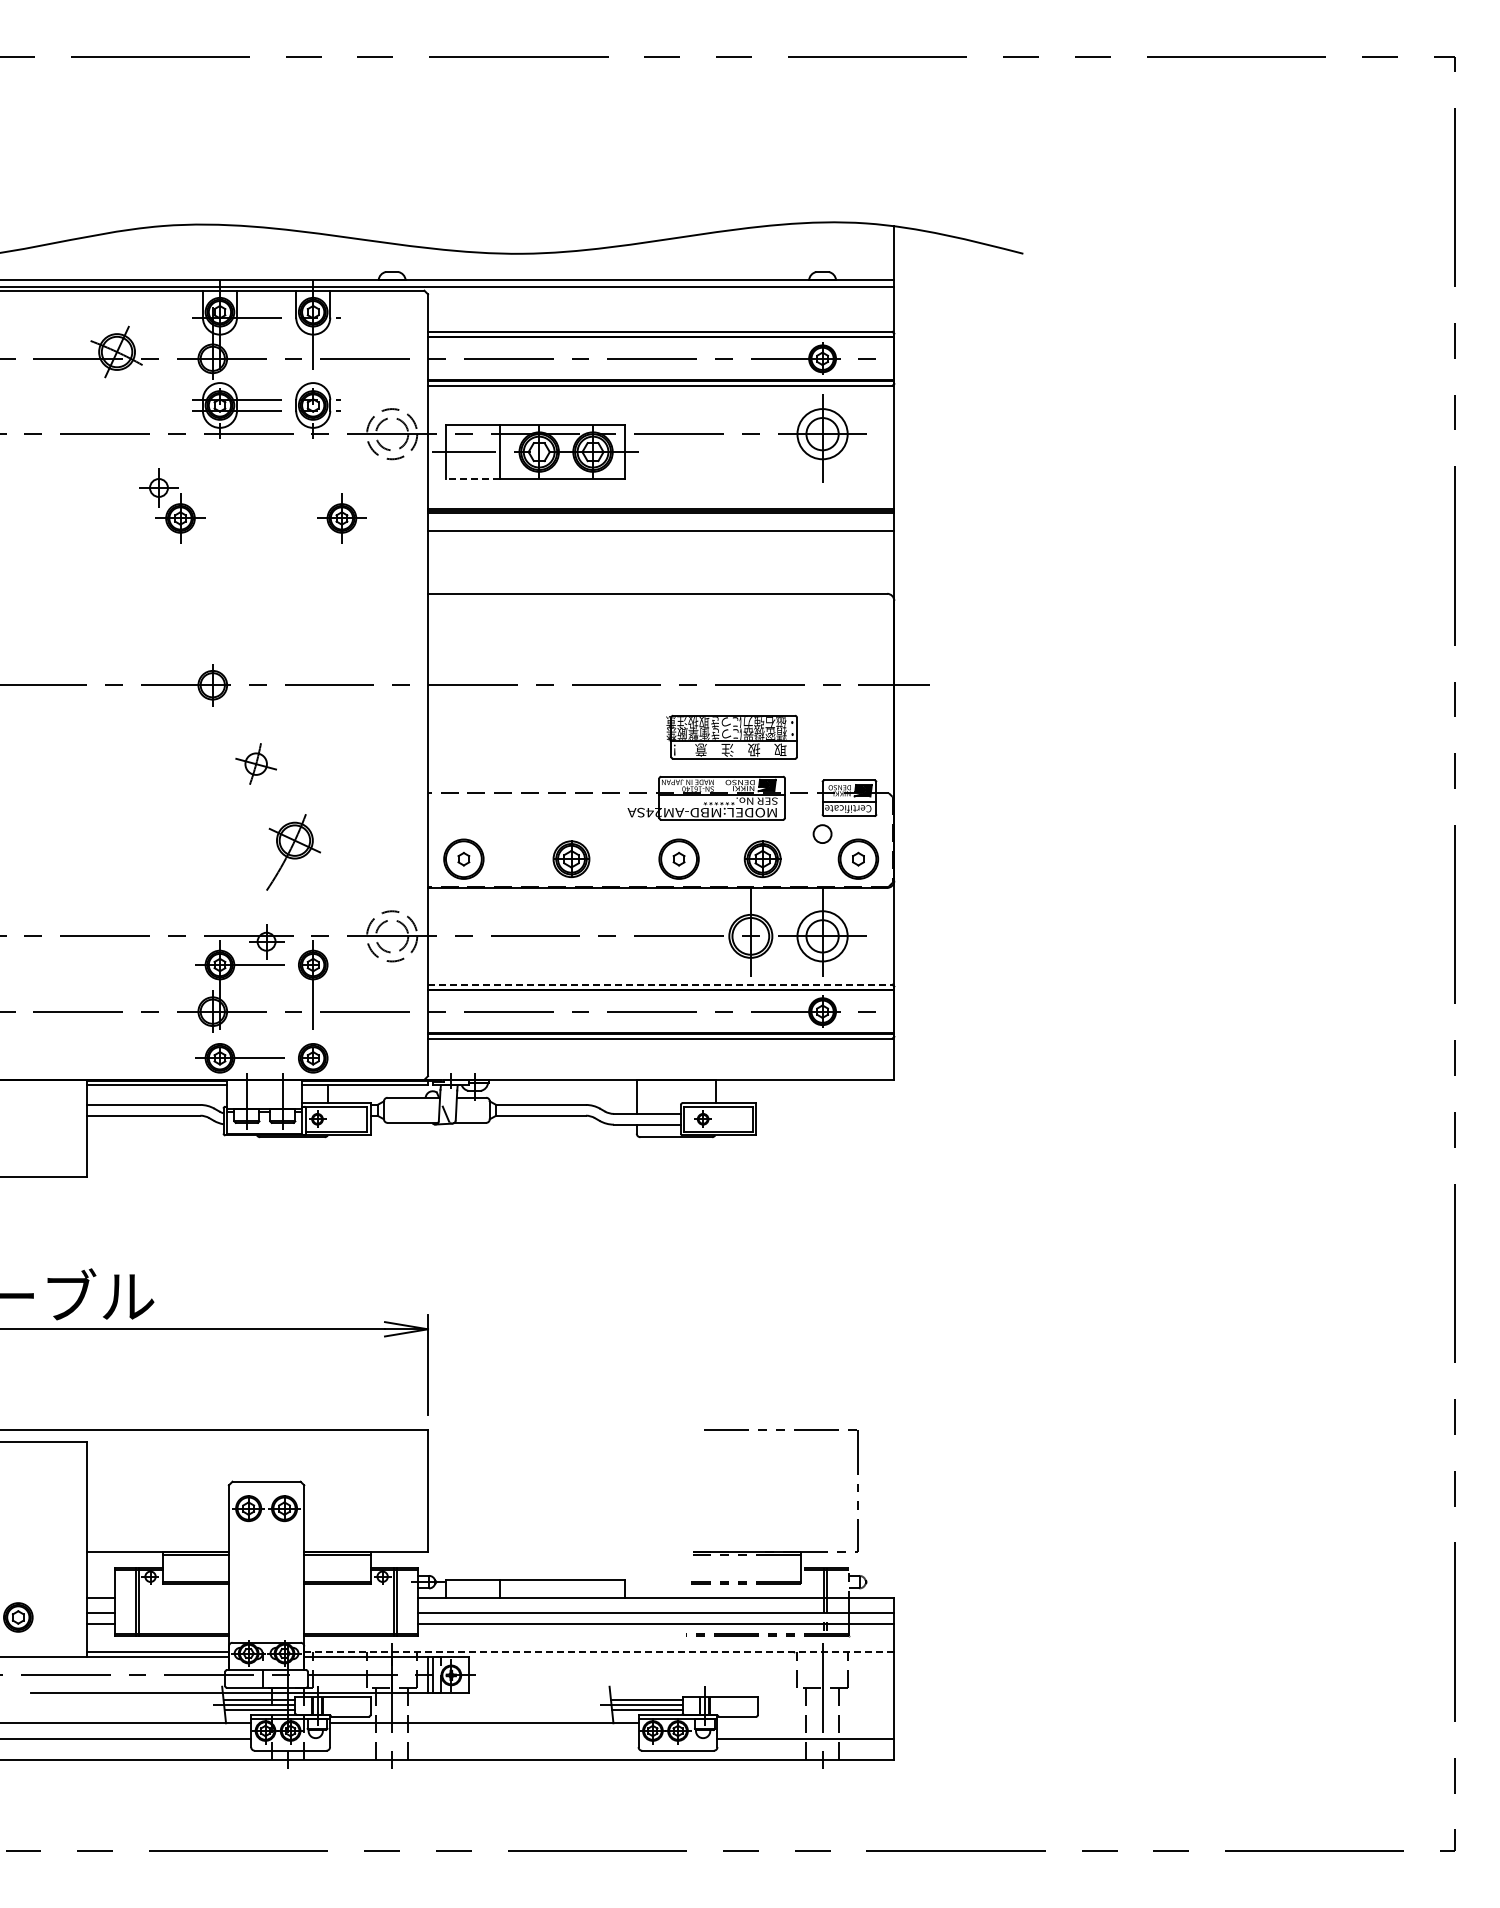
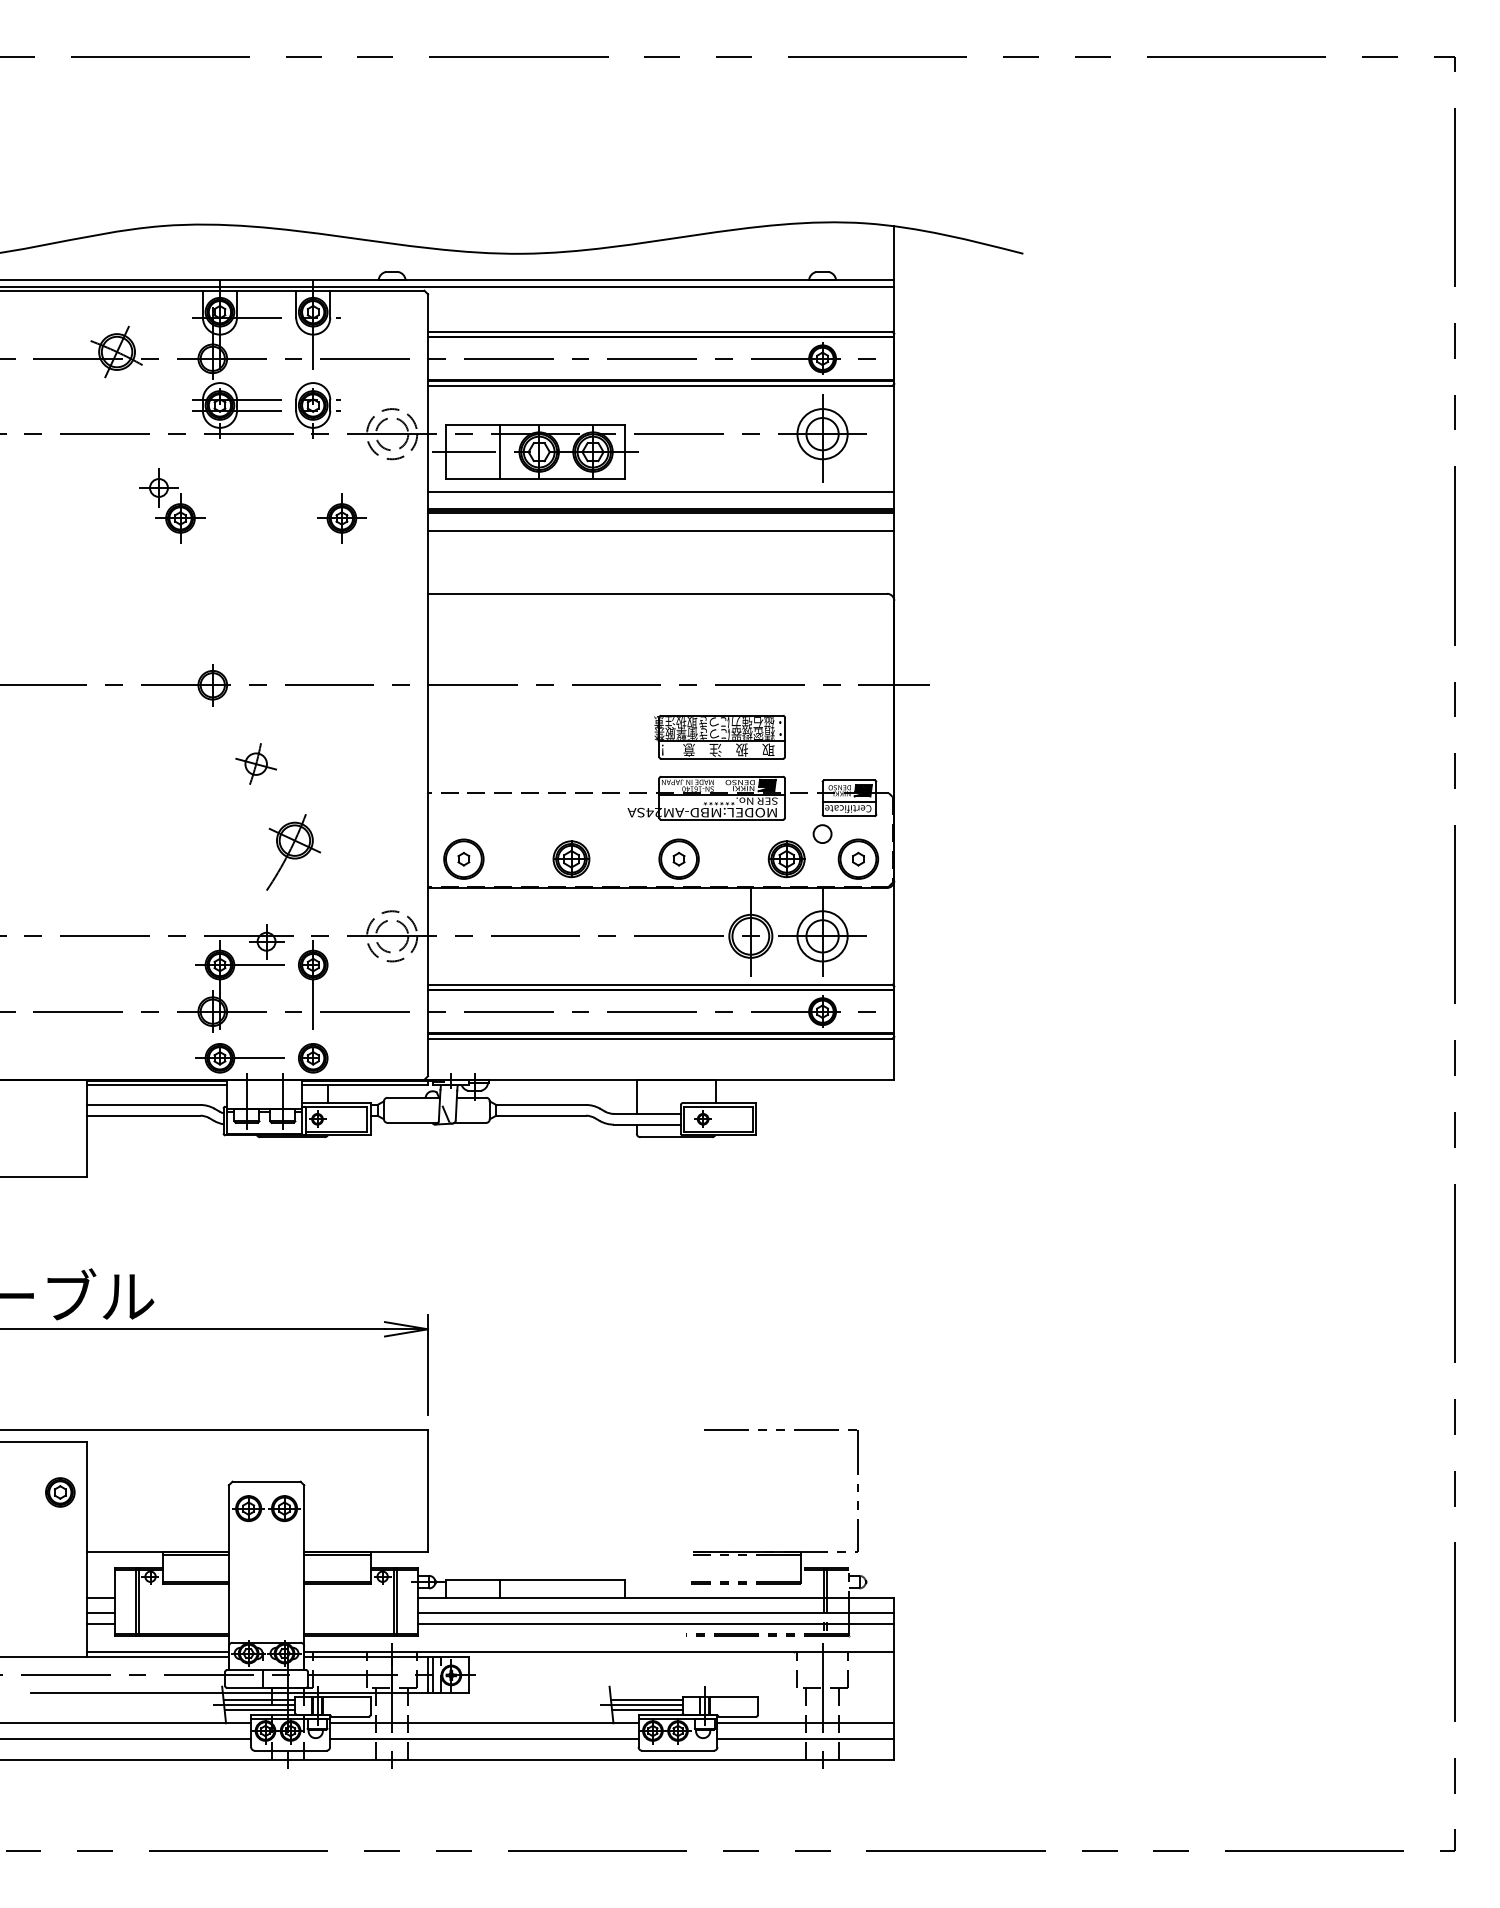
line at (472, 479): dashed -> solid
line at (661, 491): none -> present
part at (731, 737) position: (731, 737) -> (719, 737)
part at (762, 859) position: (762, 859) -> (786, 859)
line at (660, 984): dashed -> solid
part at (18, 1617) position: (18, 1617) -> (60, 1492)
line at (598, 1652): dashed -> solid
line at (805, 1722): none -> present
line at (484, 1739): none -> present
